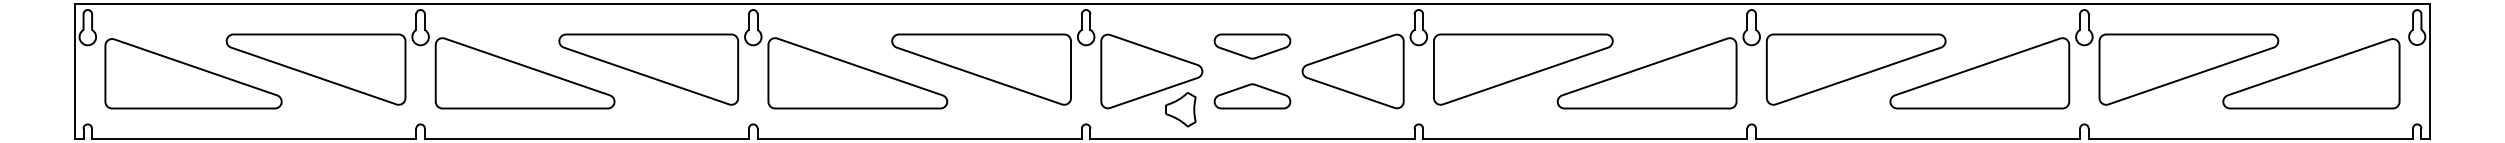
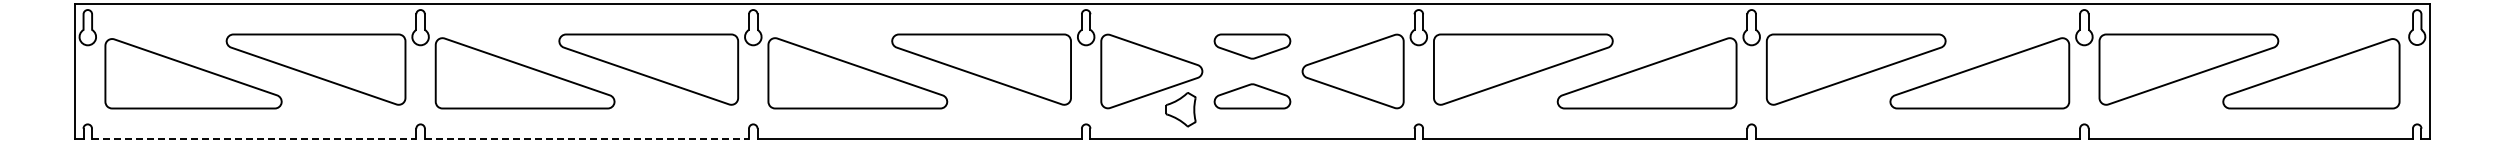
line at (254, 138): solid -> dashed
line at (587, 138): solid -> dashed
